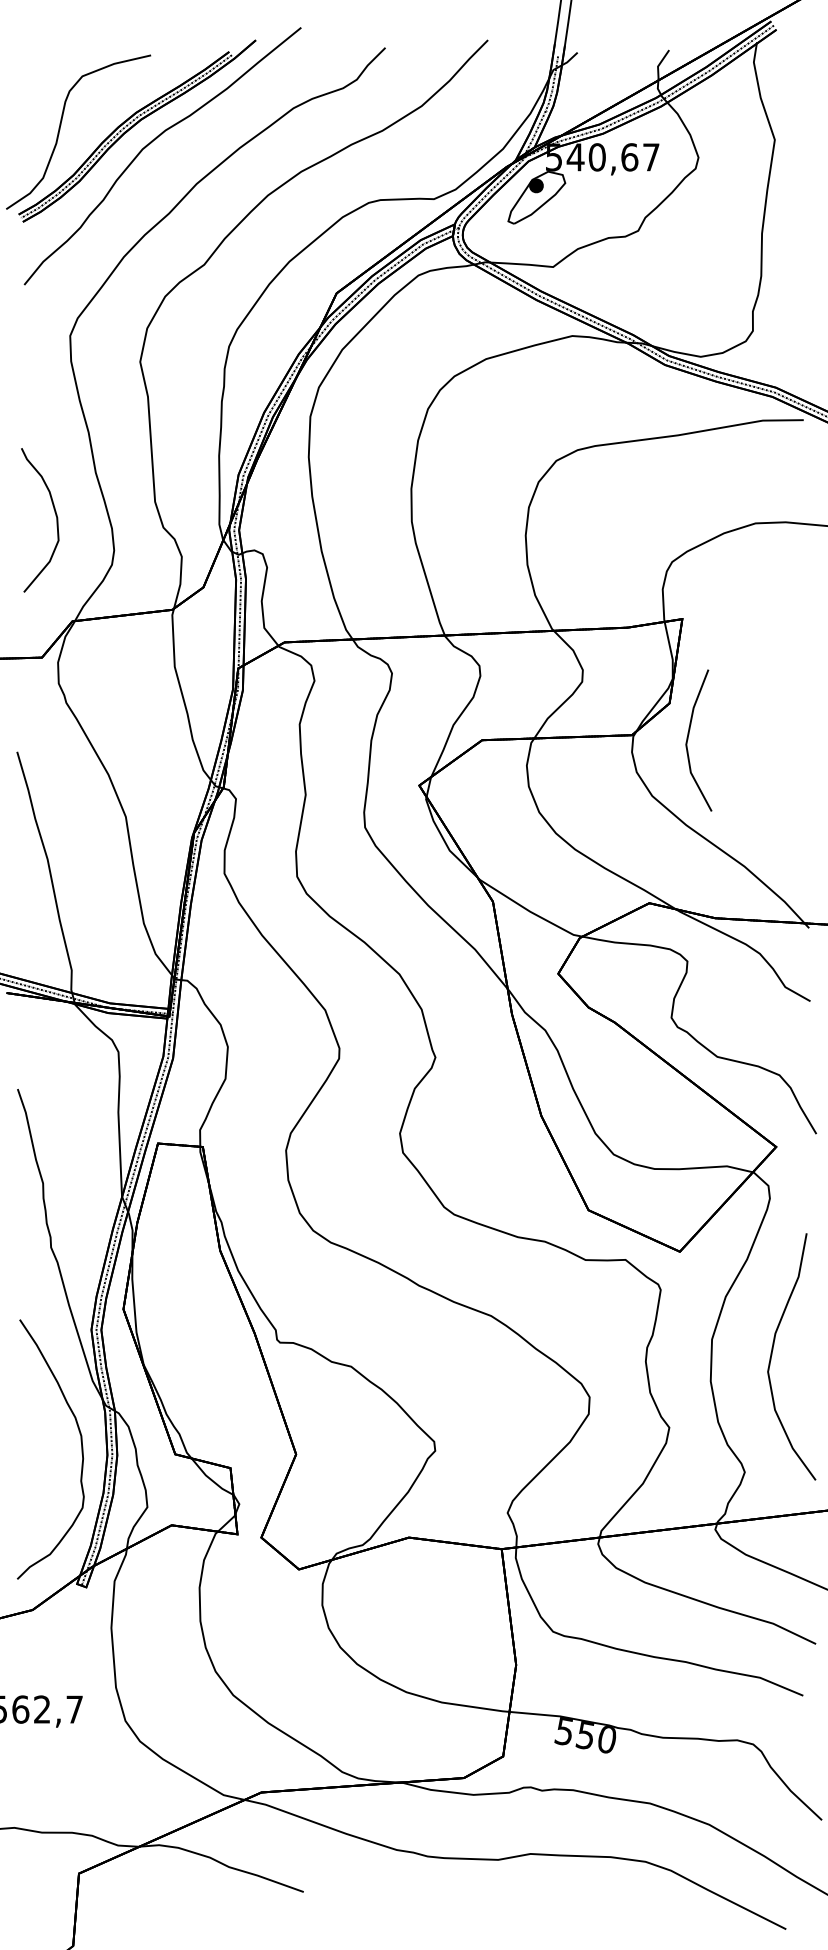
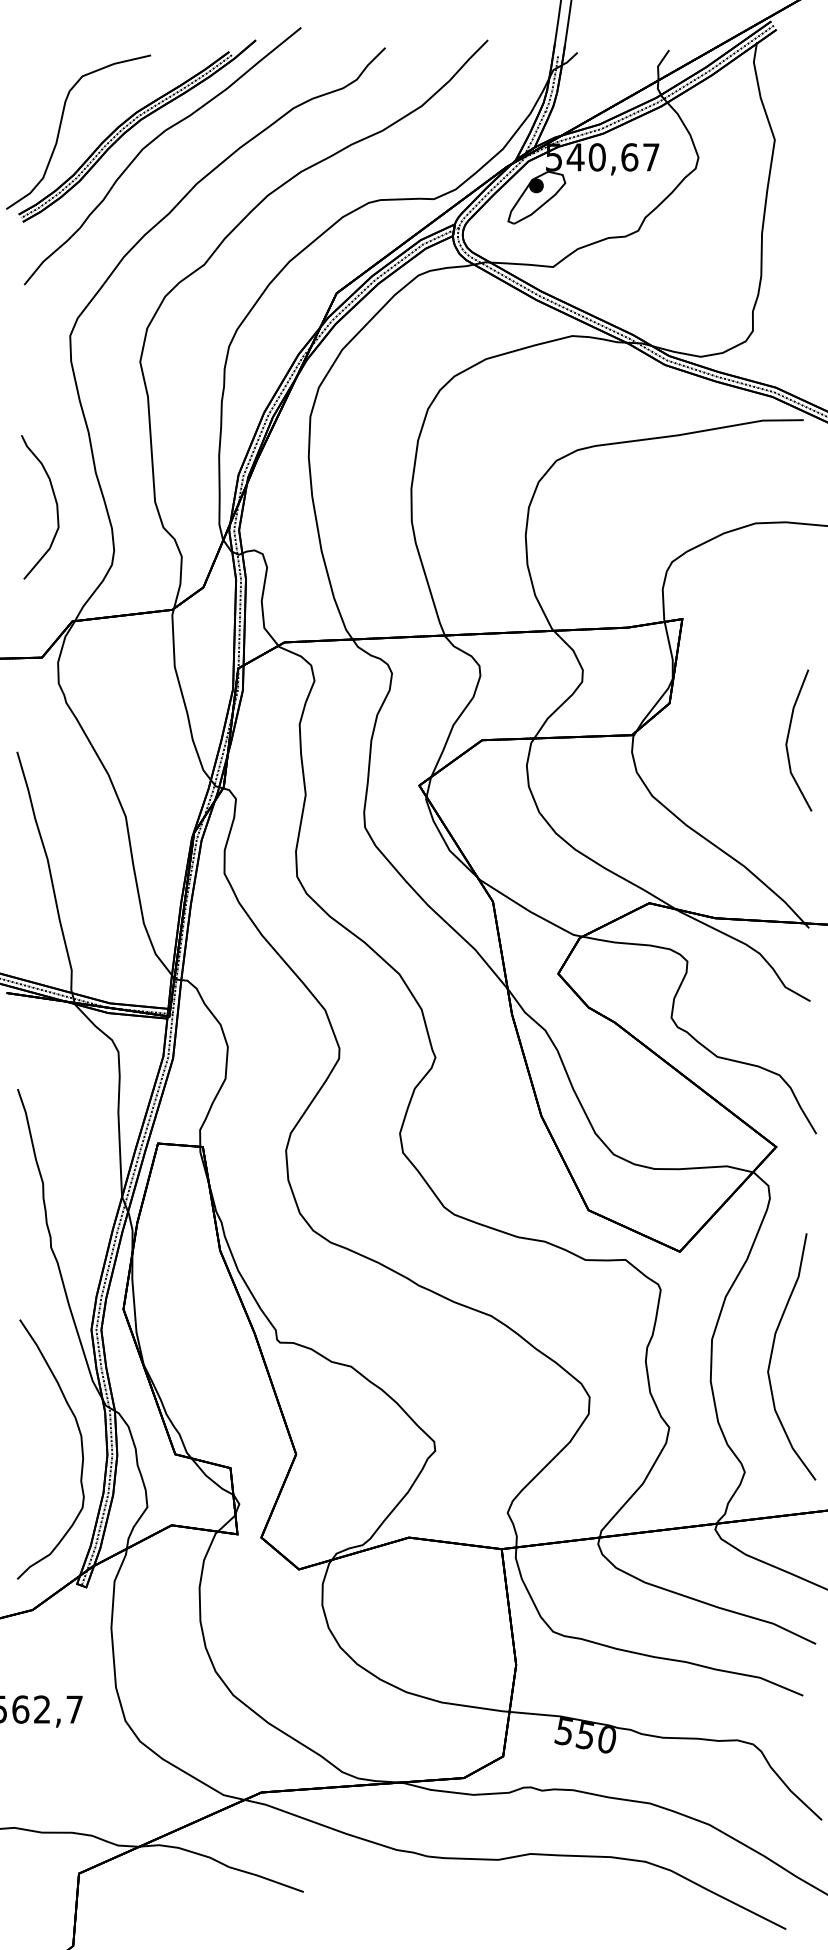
curve at (55, 516) position: (55, 516) -> (55, 503)
part at (688, 739) position: (688, 739) -> (788, 739)
